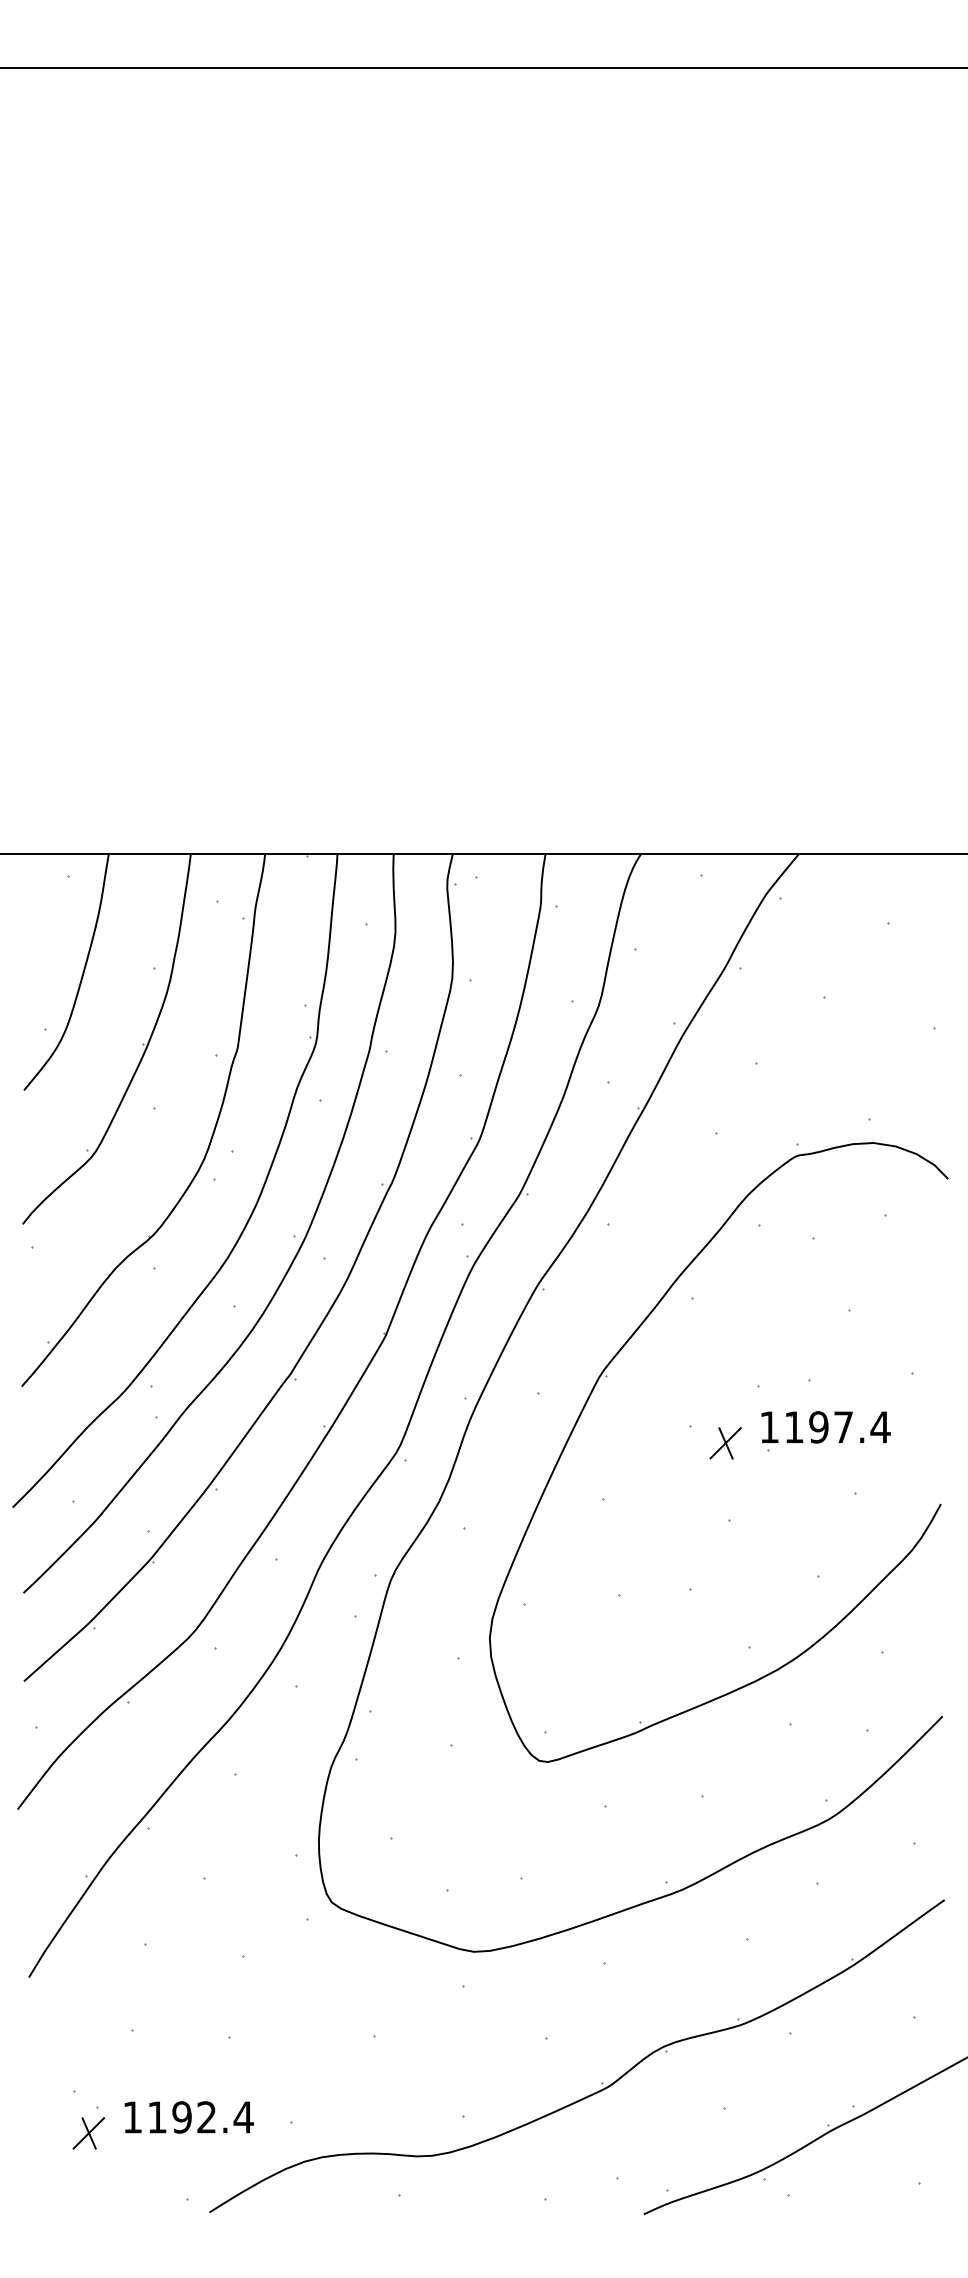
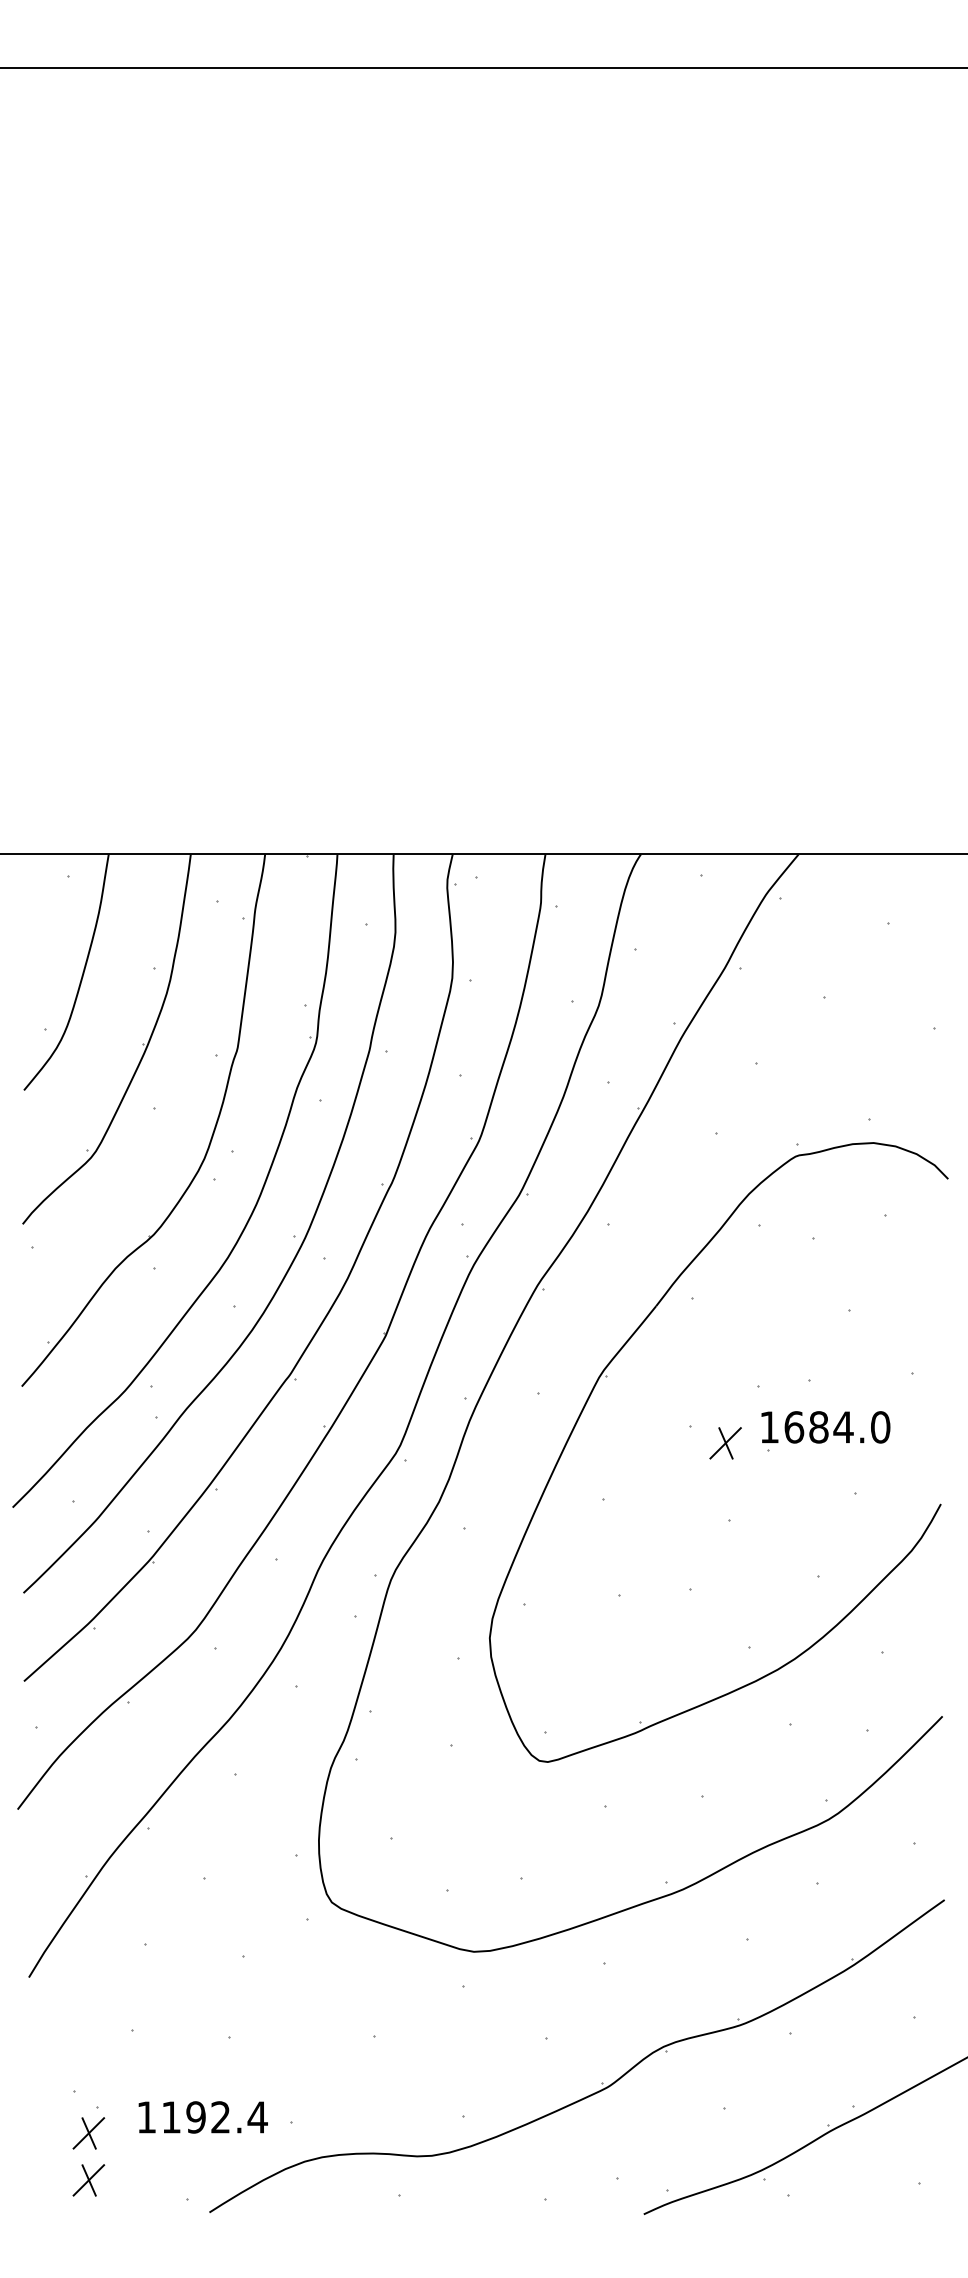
text at (837, 1427): 1197.4 -> 1684.0
text at (188, 2117) position: (188, 2117) -> (202, 2117)
part at (88, 2180): none -> present
